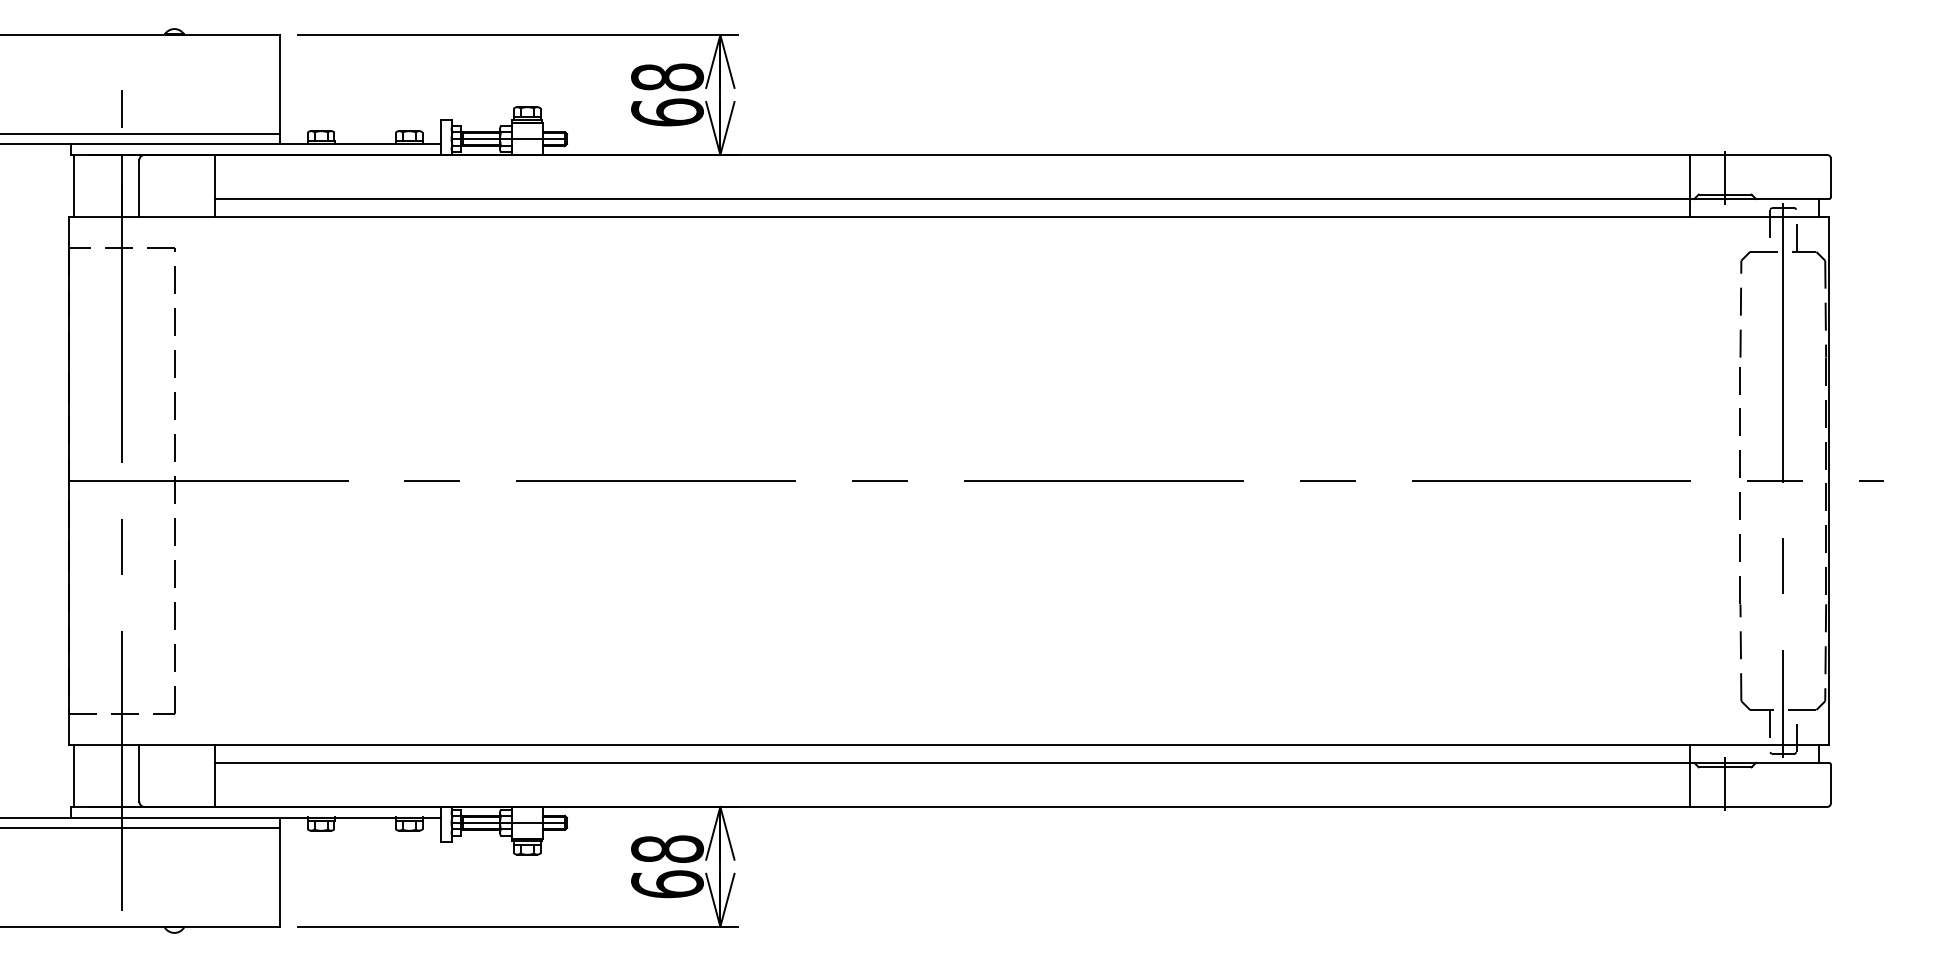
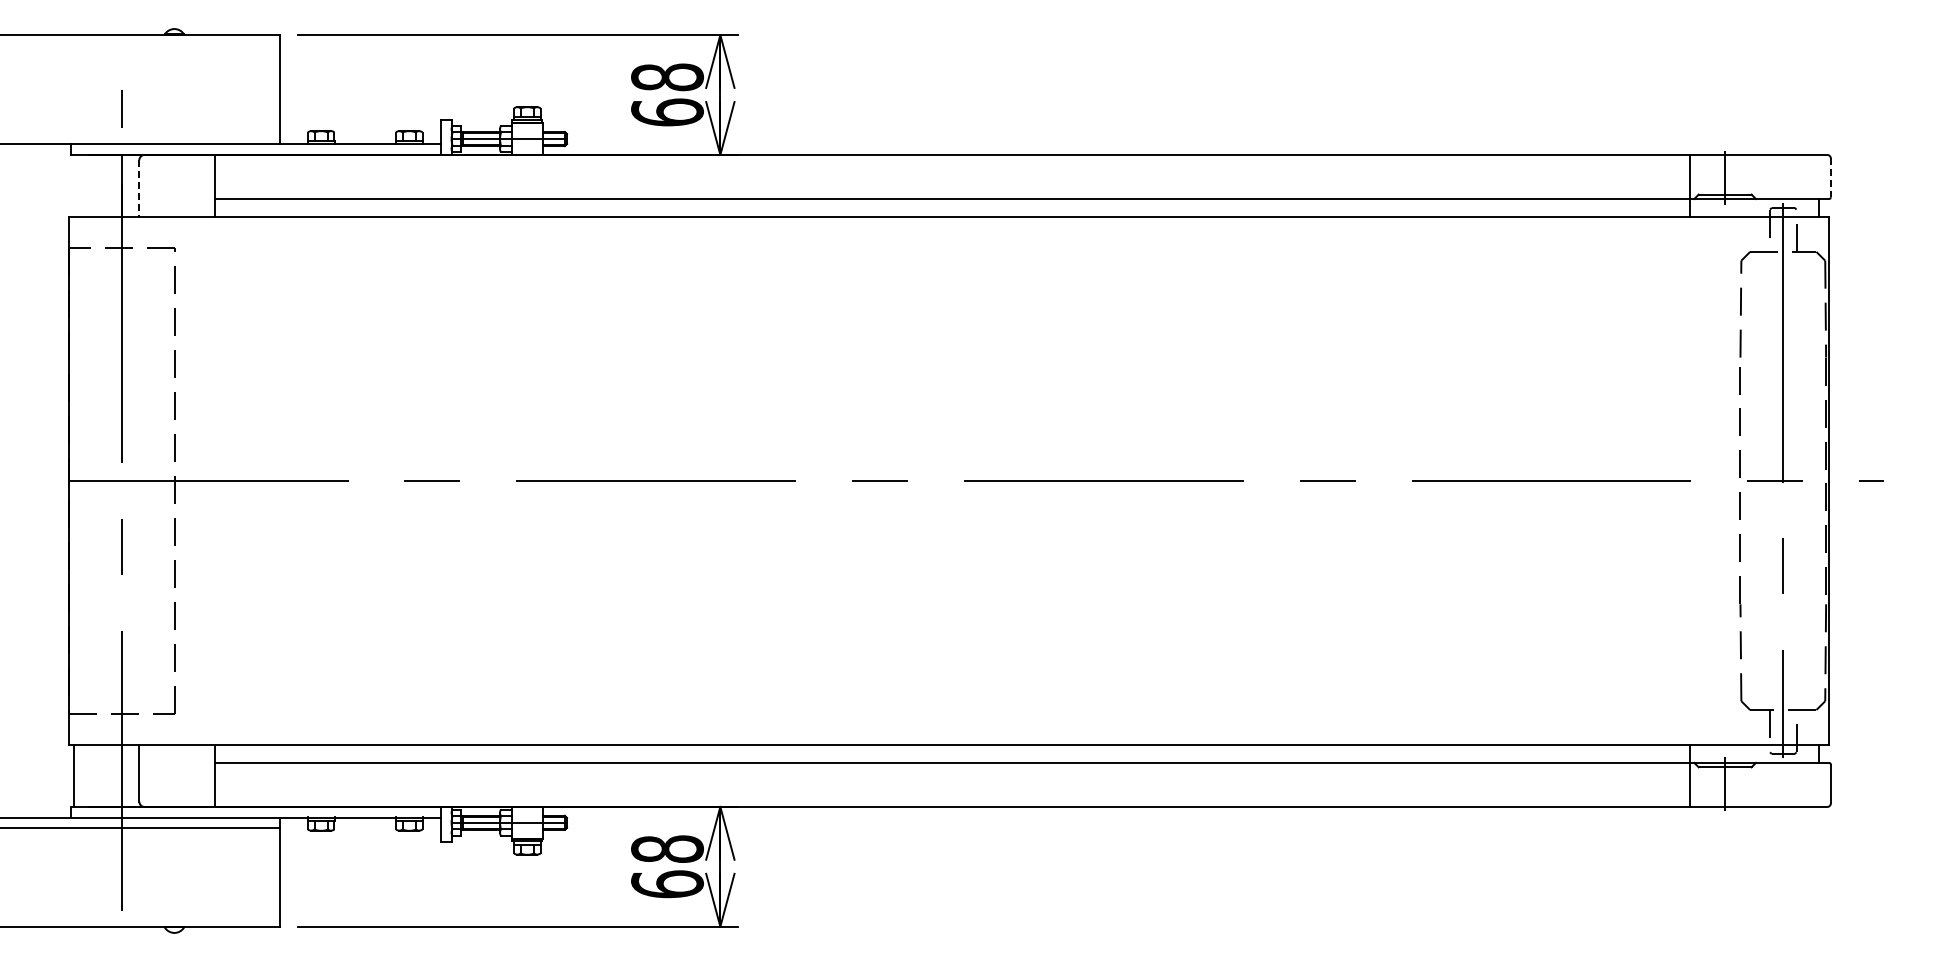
line at (141, 133): present -> none
line at (1830, 178): solid -> dashed
line at (73, 185): present -> none
line at (139, 188): solid -> dashed
